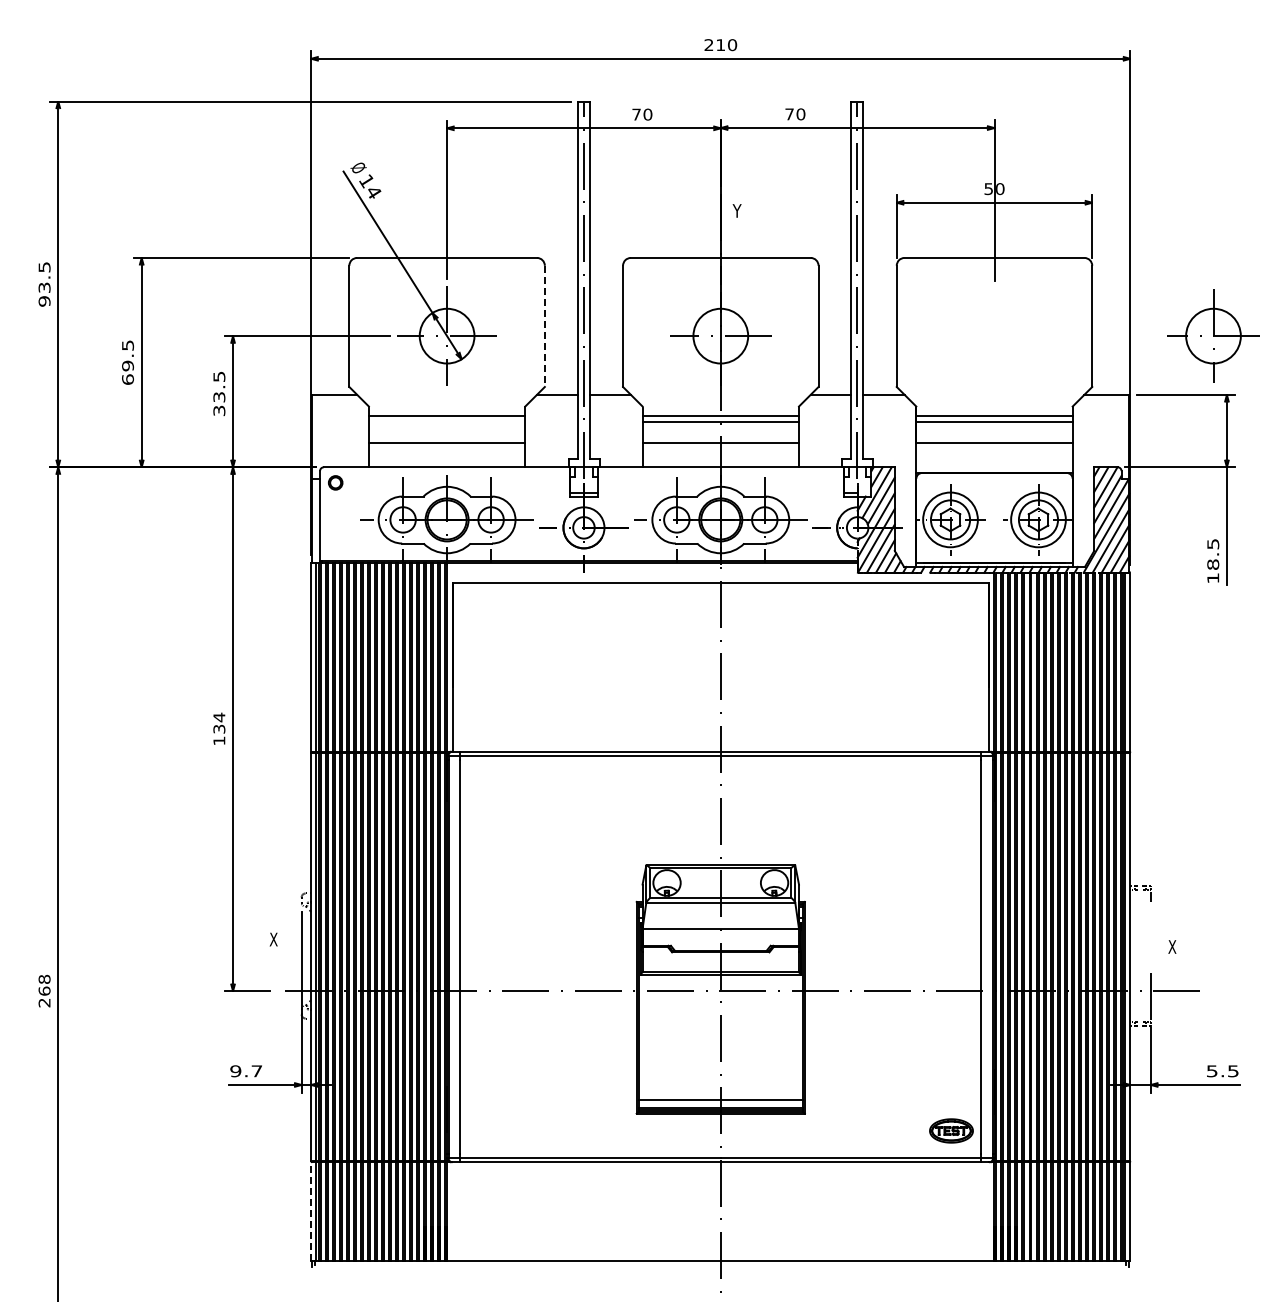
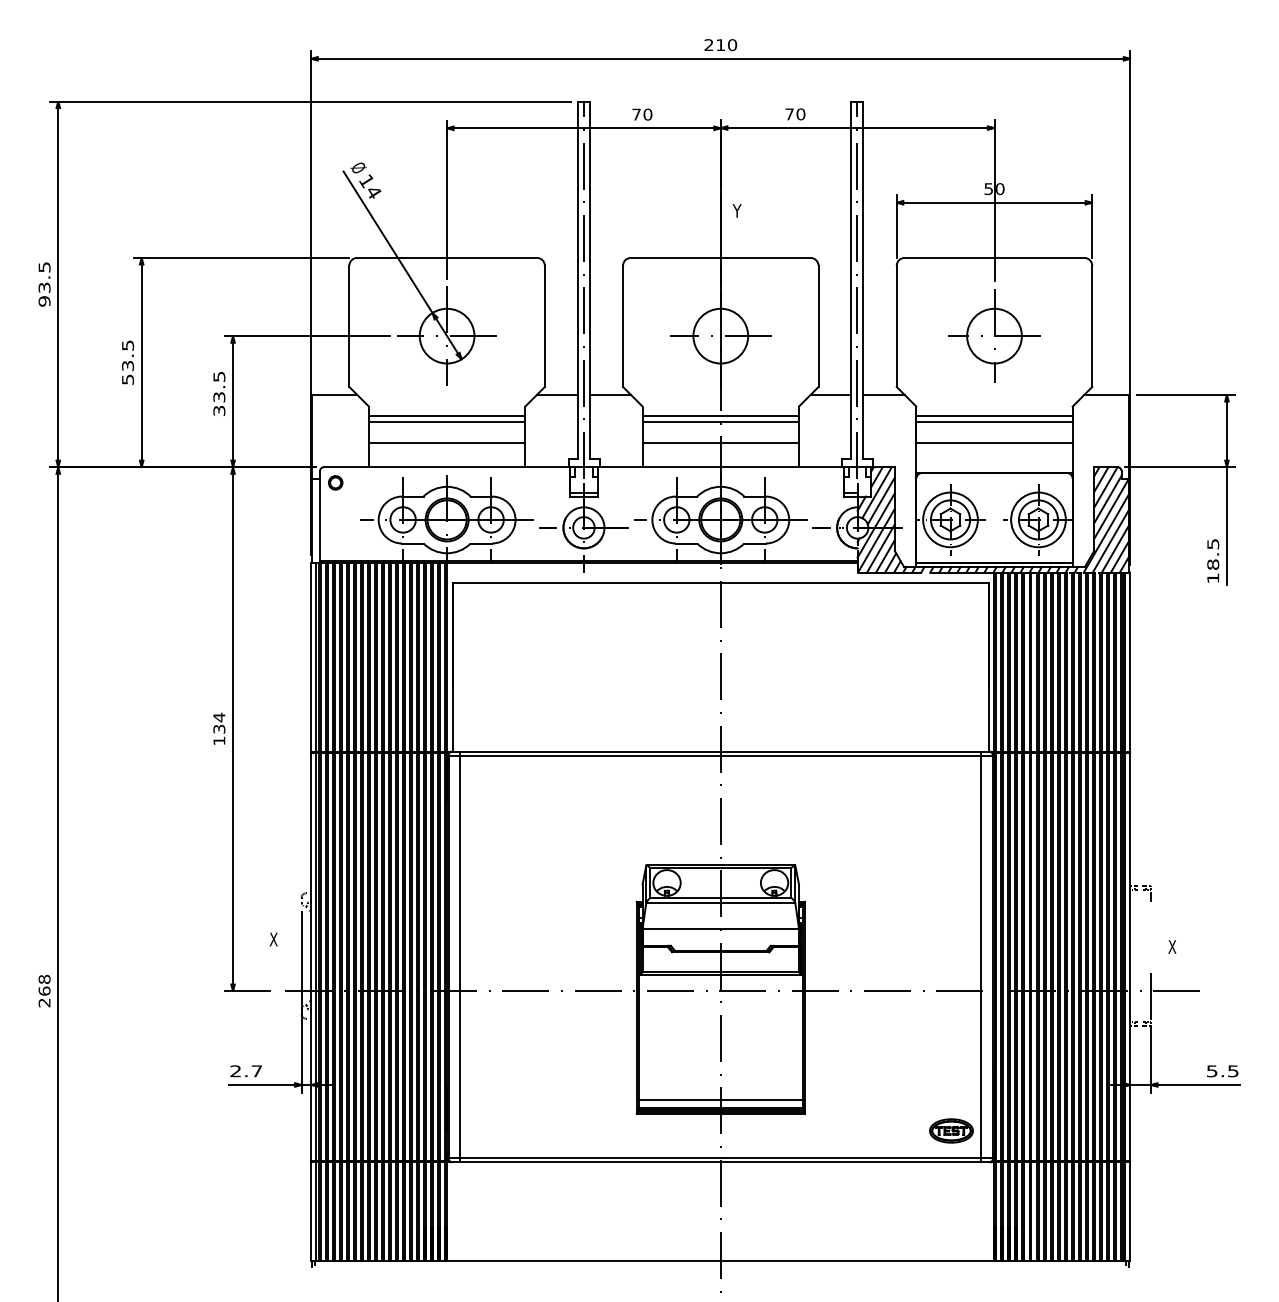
line at (544, 326): dashed -> solid
part at (1213, 335) position: (1213, 335) -> (994, 335)
text at (127, 372): 69.5 -> 53.5
line at (446, 422): none -> present
text at (235, 1071): 9.7 -> 2.7
line at (311, 1211): dashed -> solid
